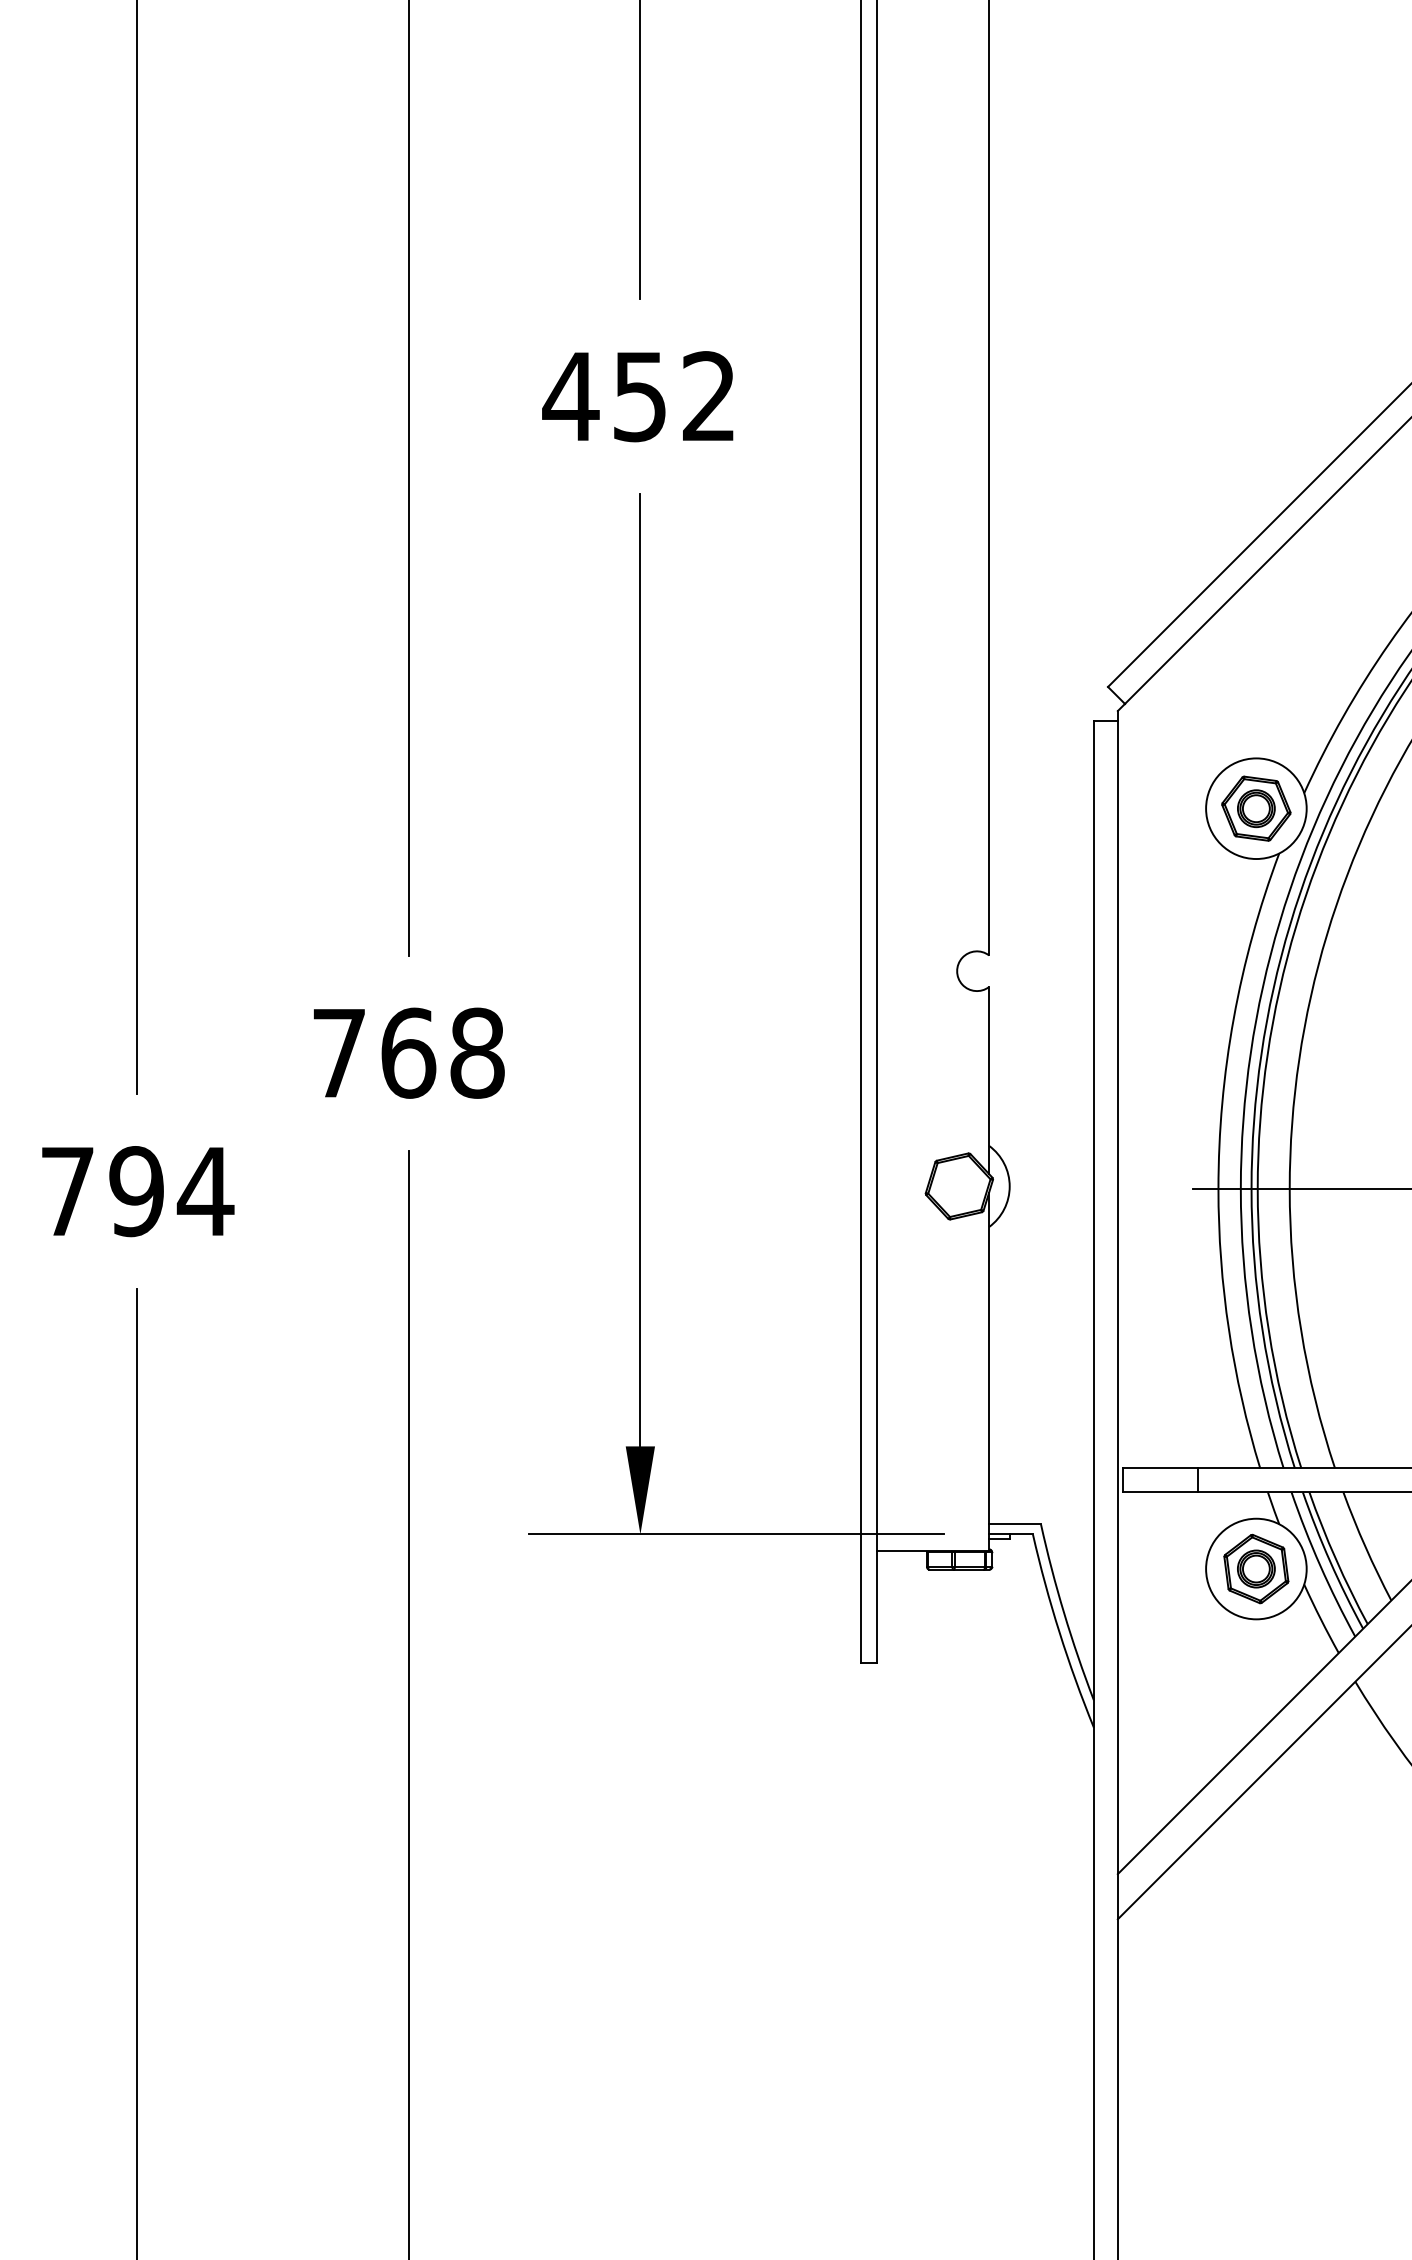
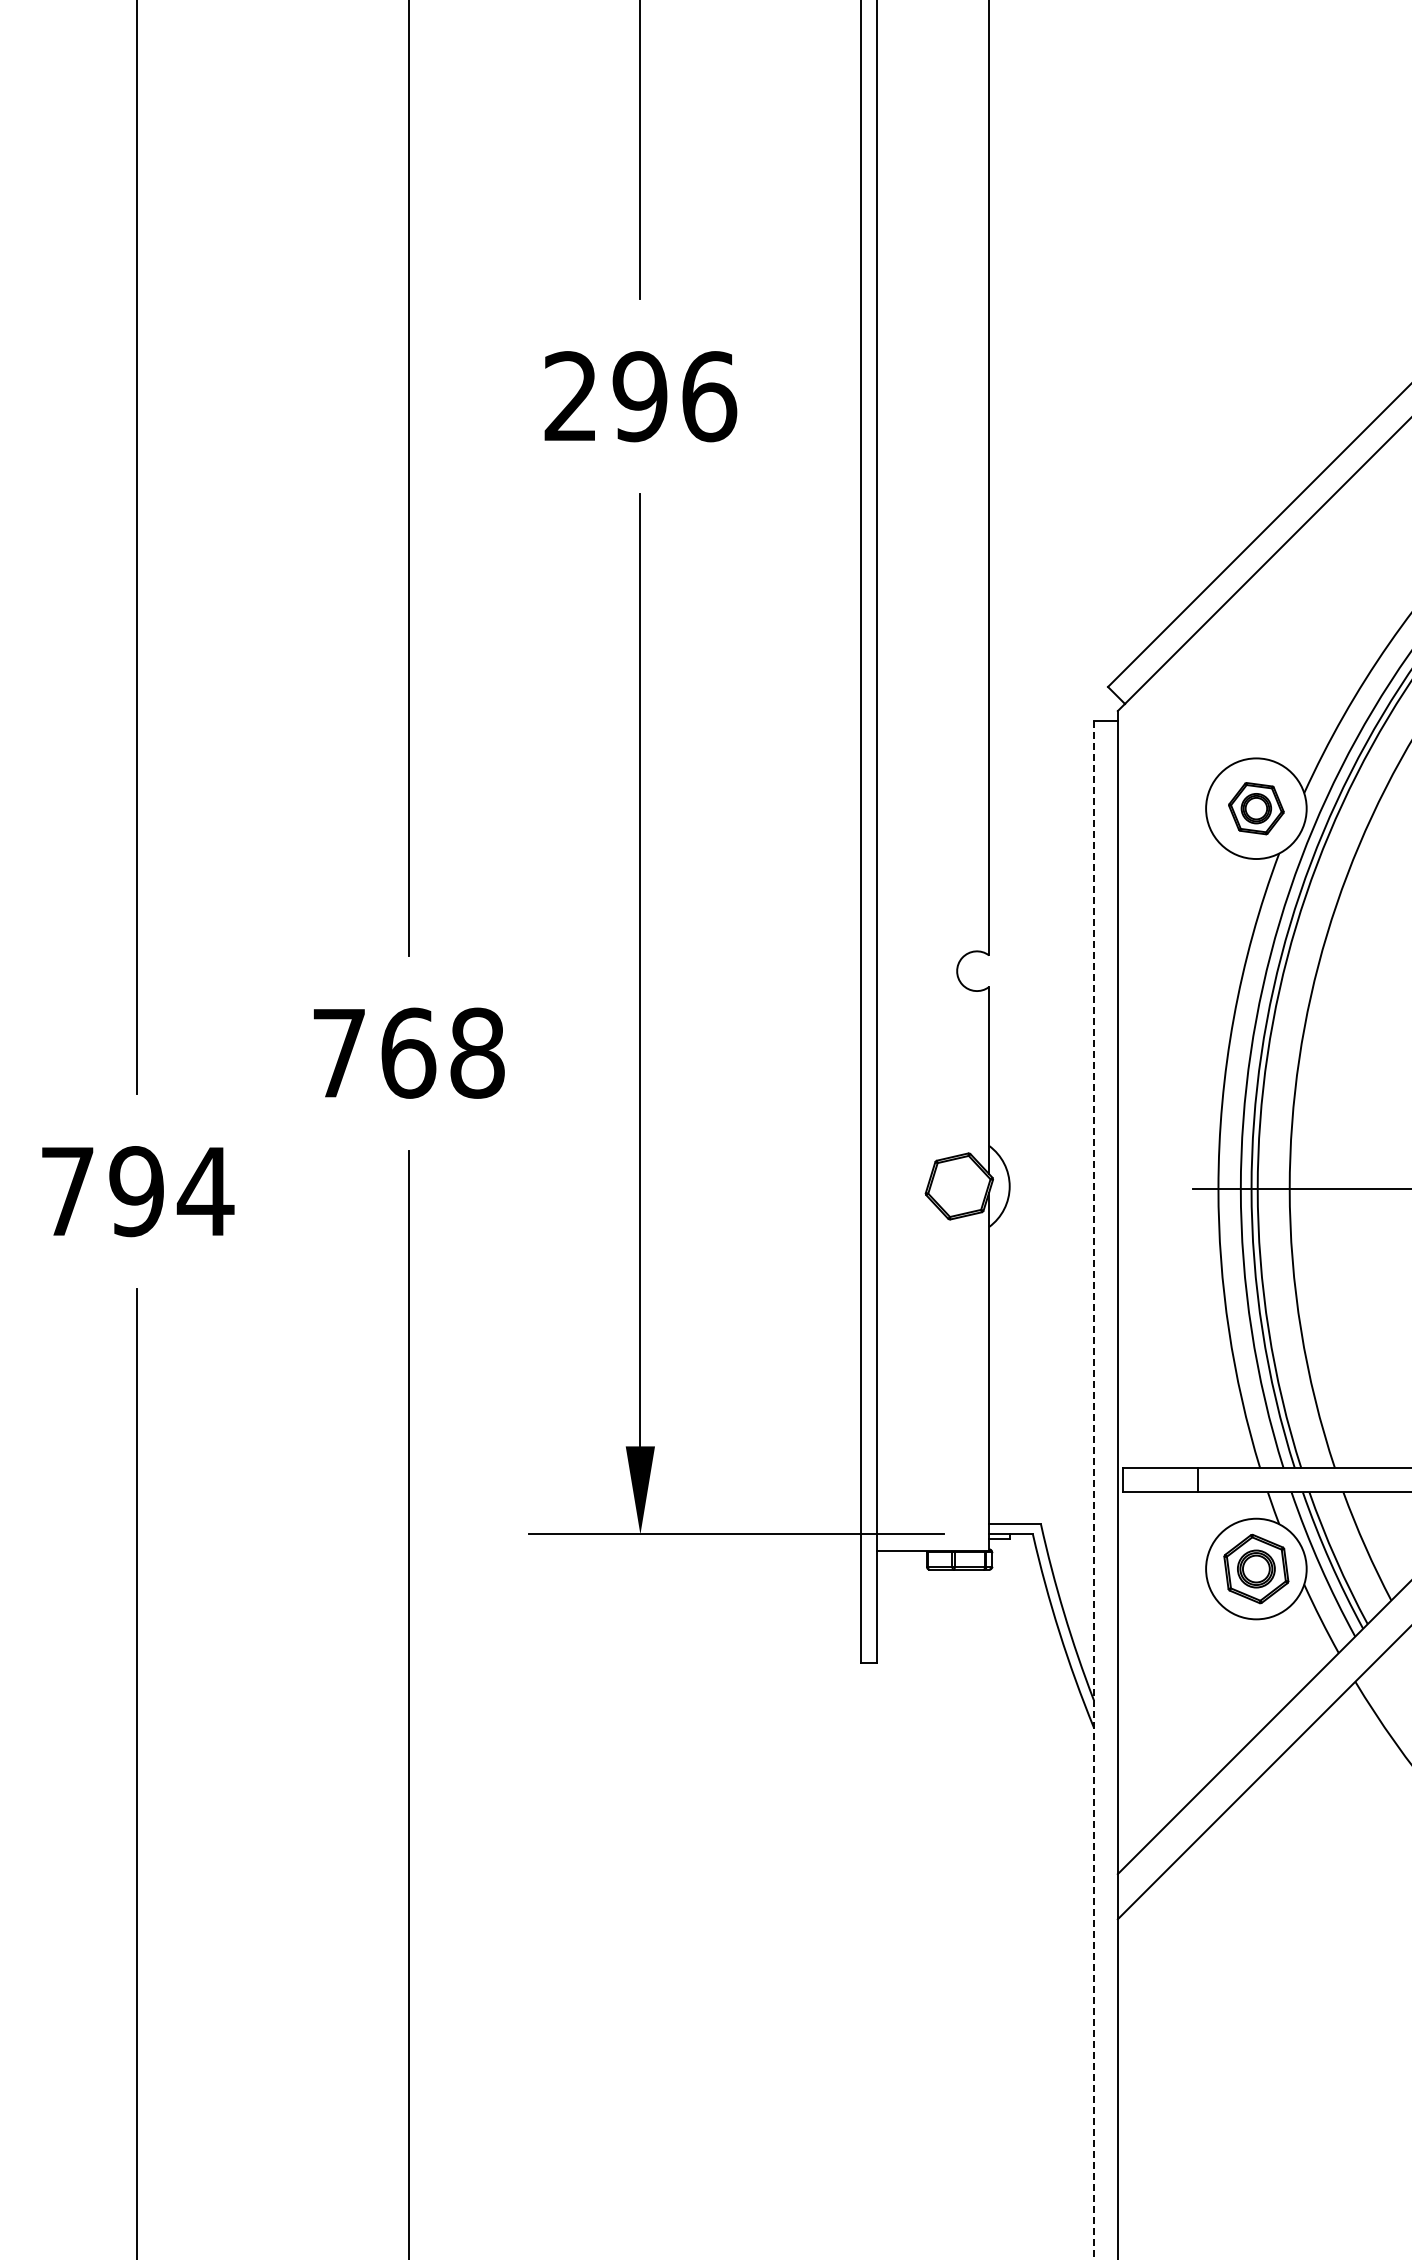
text at (639, 396): 452 -> 296
part at (1256, 808) size: 71x67 px -> 57x54 px
line at (1093, 1490): solid -> dashed
